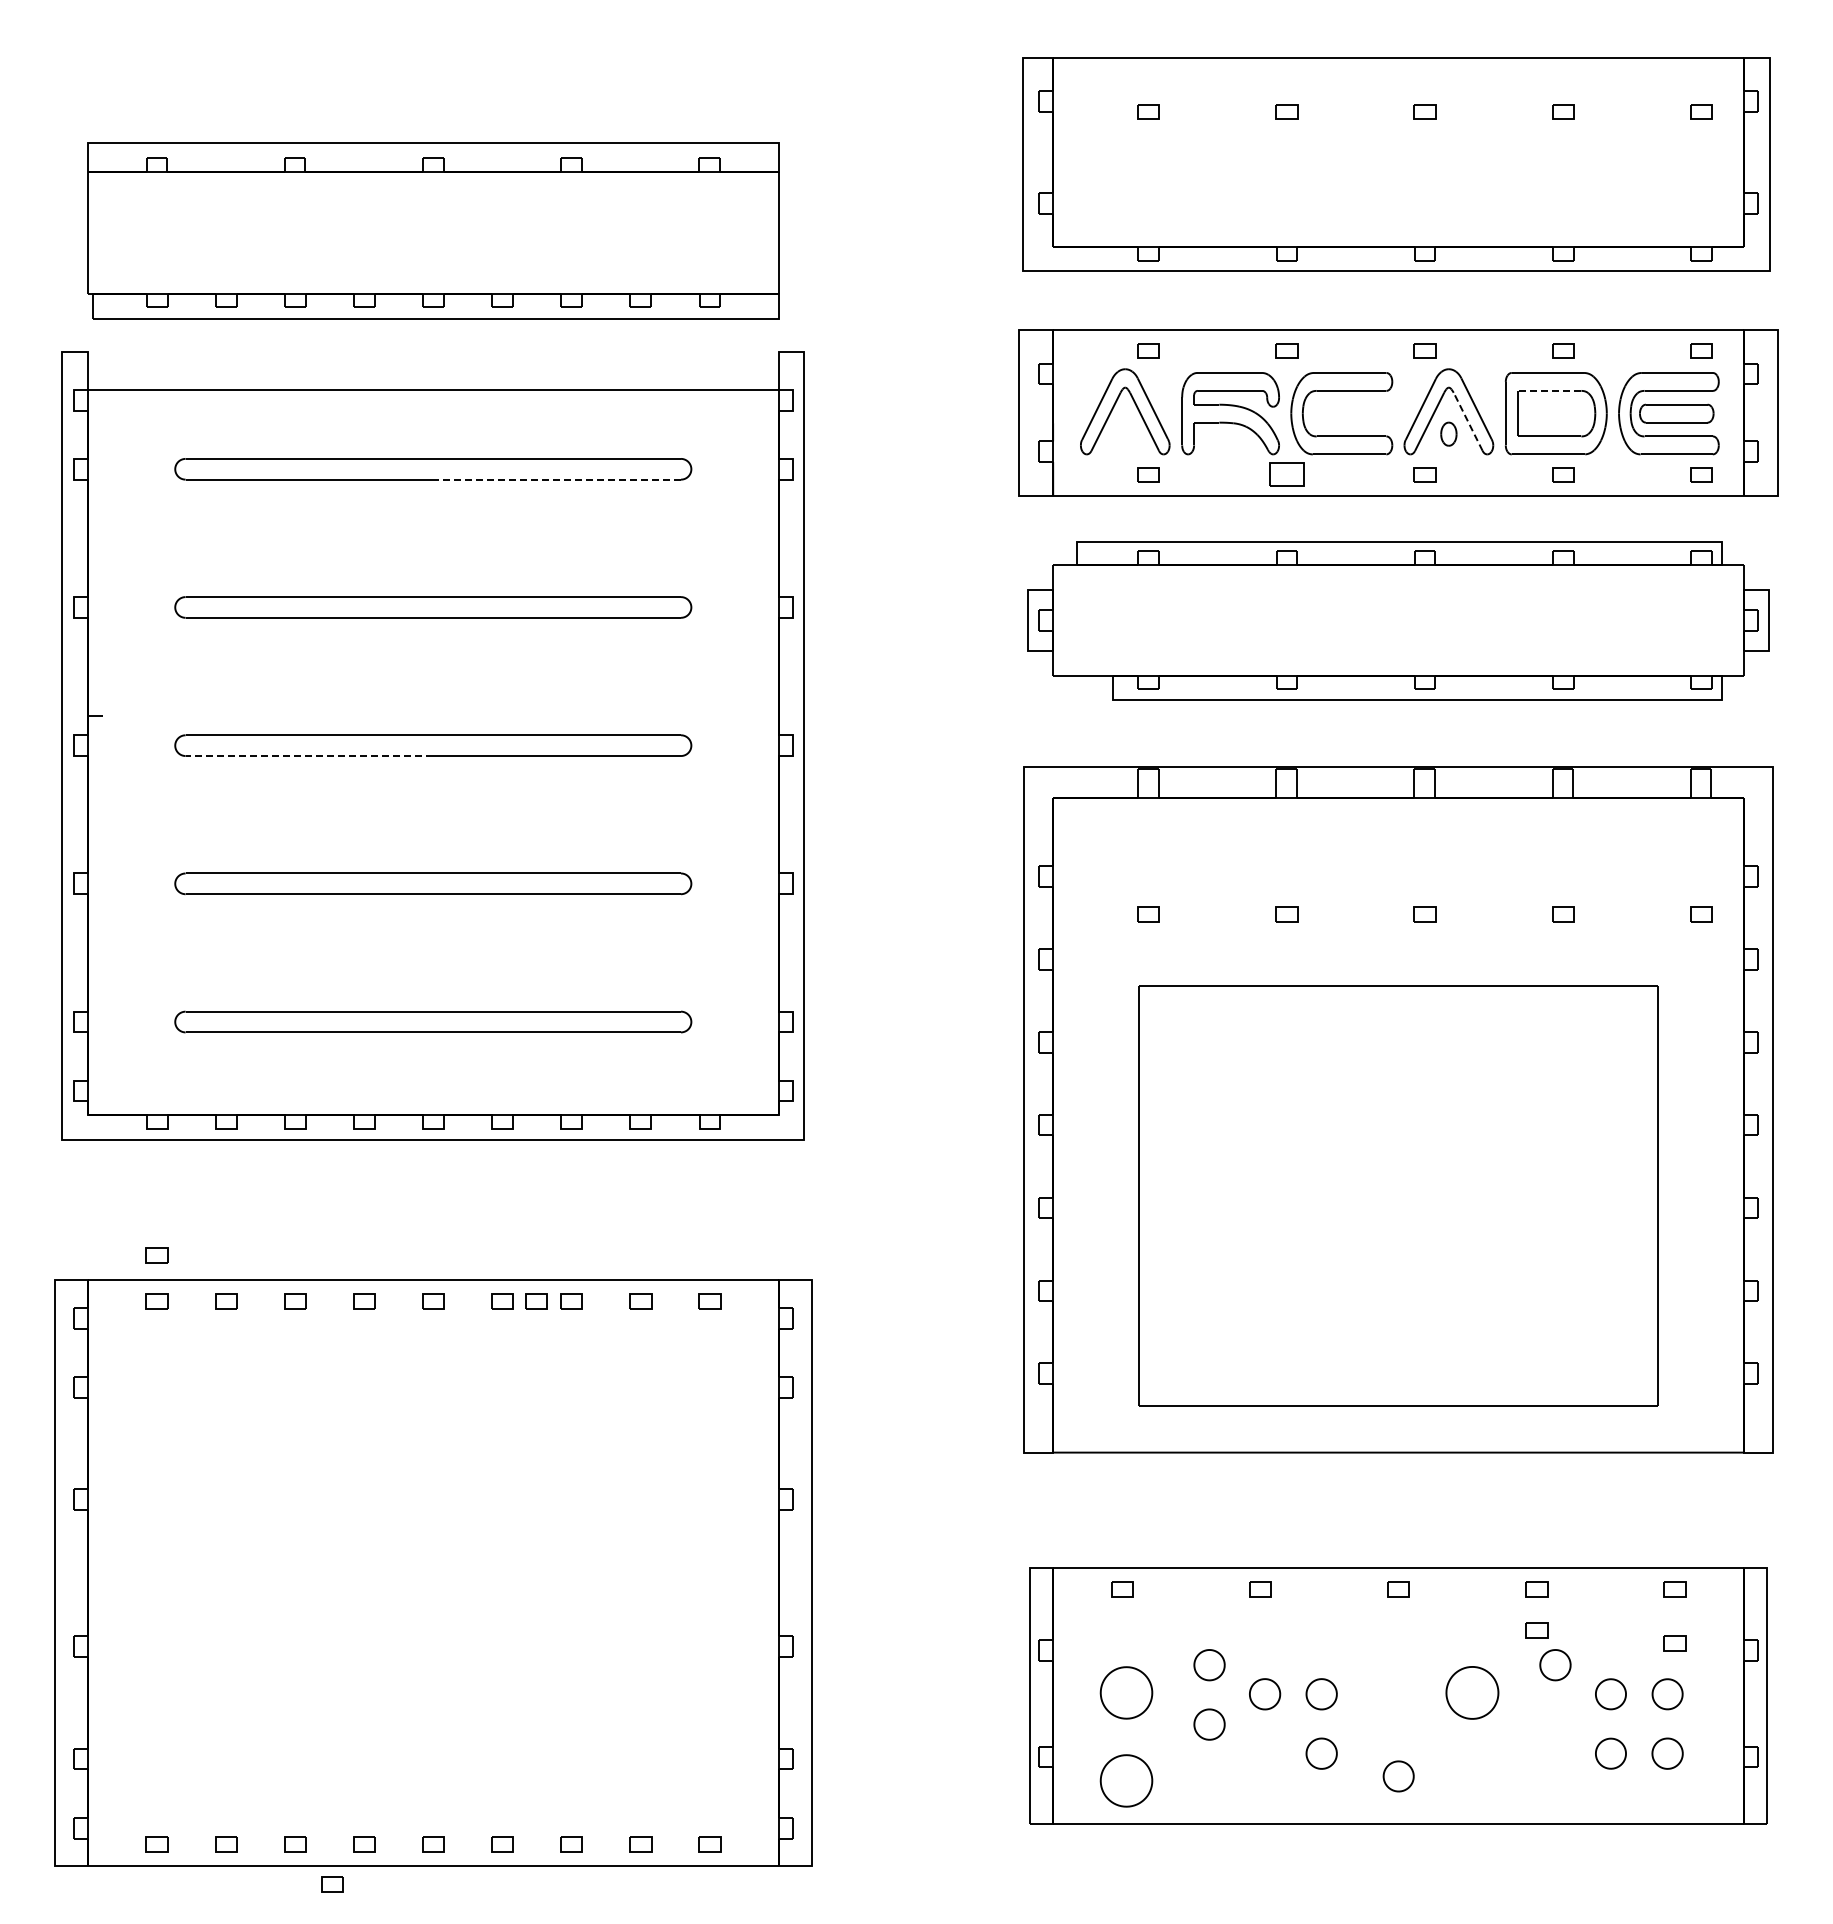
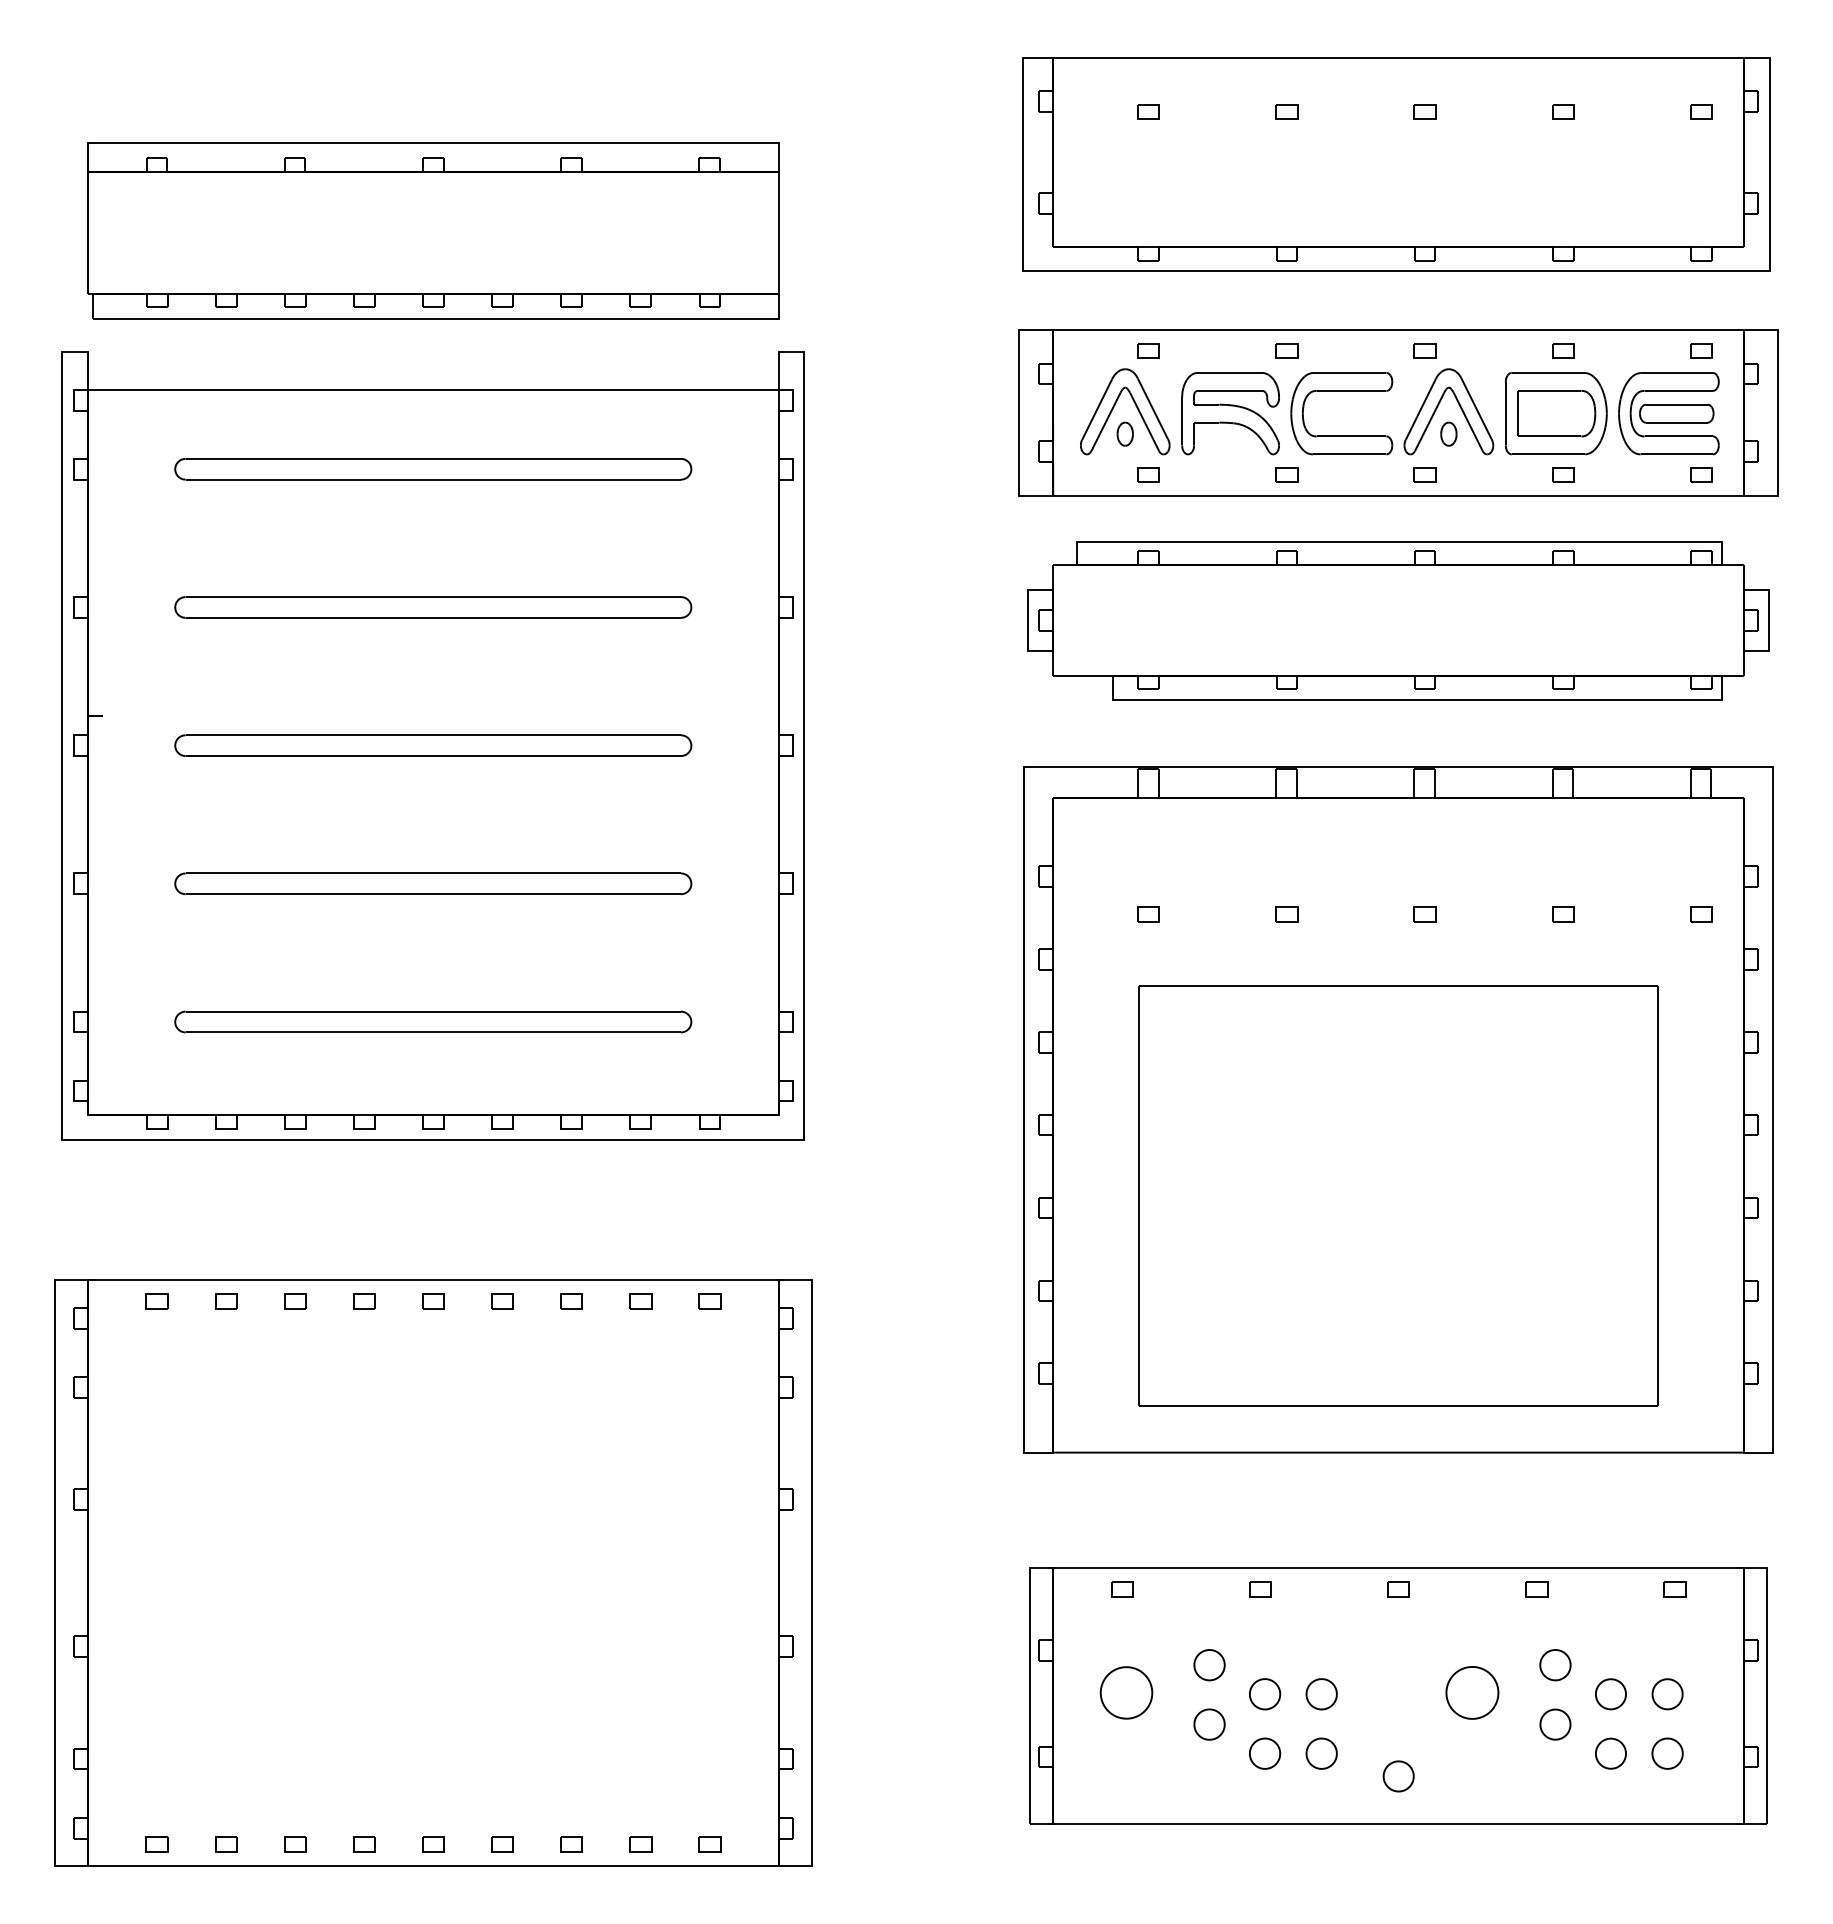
line at (1549, 390): dashed -> solid
line at (1467, 421): dashed -> solid
part at (1124, 433): none -> present
part at (1286, 474) size: 36x25 px -> 24x16 px
line at (557, 479): dashed -> solid
line at (309, 756): dashed -> solid
part at (156, 1255): present -> none
part at (536, 1301): present -> none
part at (1536, 1630): present -> none
part at (1674, 1643): present -> none
part at (1555, 1724): none -> present
part at (1265, 1753): none -> present
part at (1126, 1780): present -> none
part at (332, 1884): present -> none
